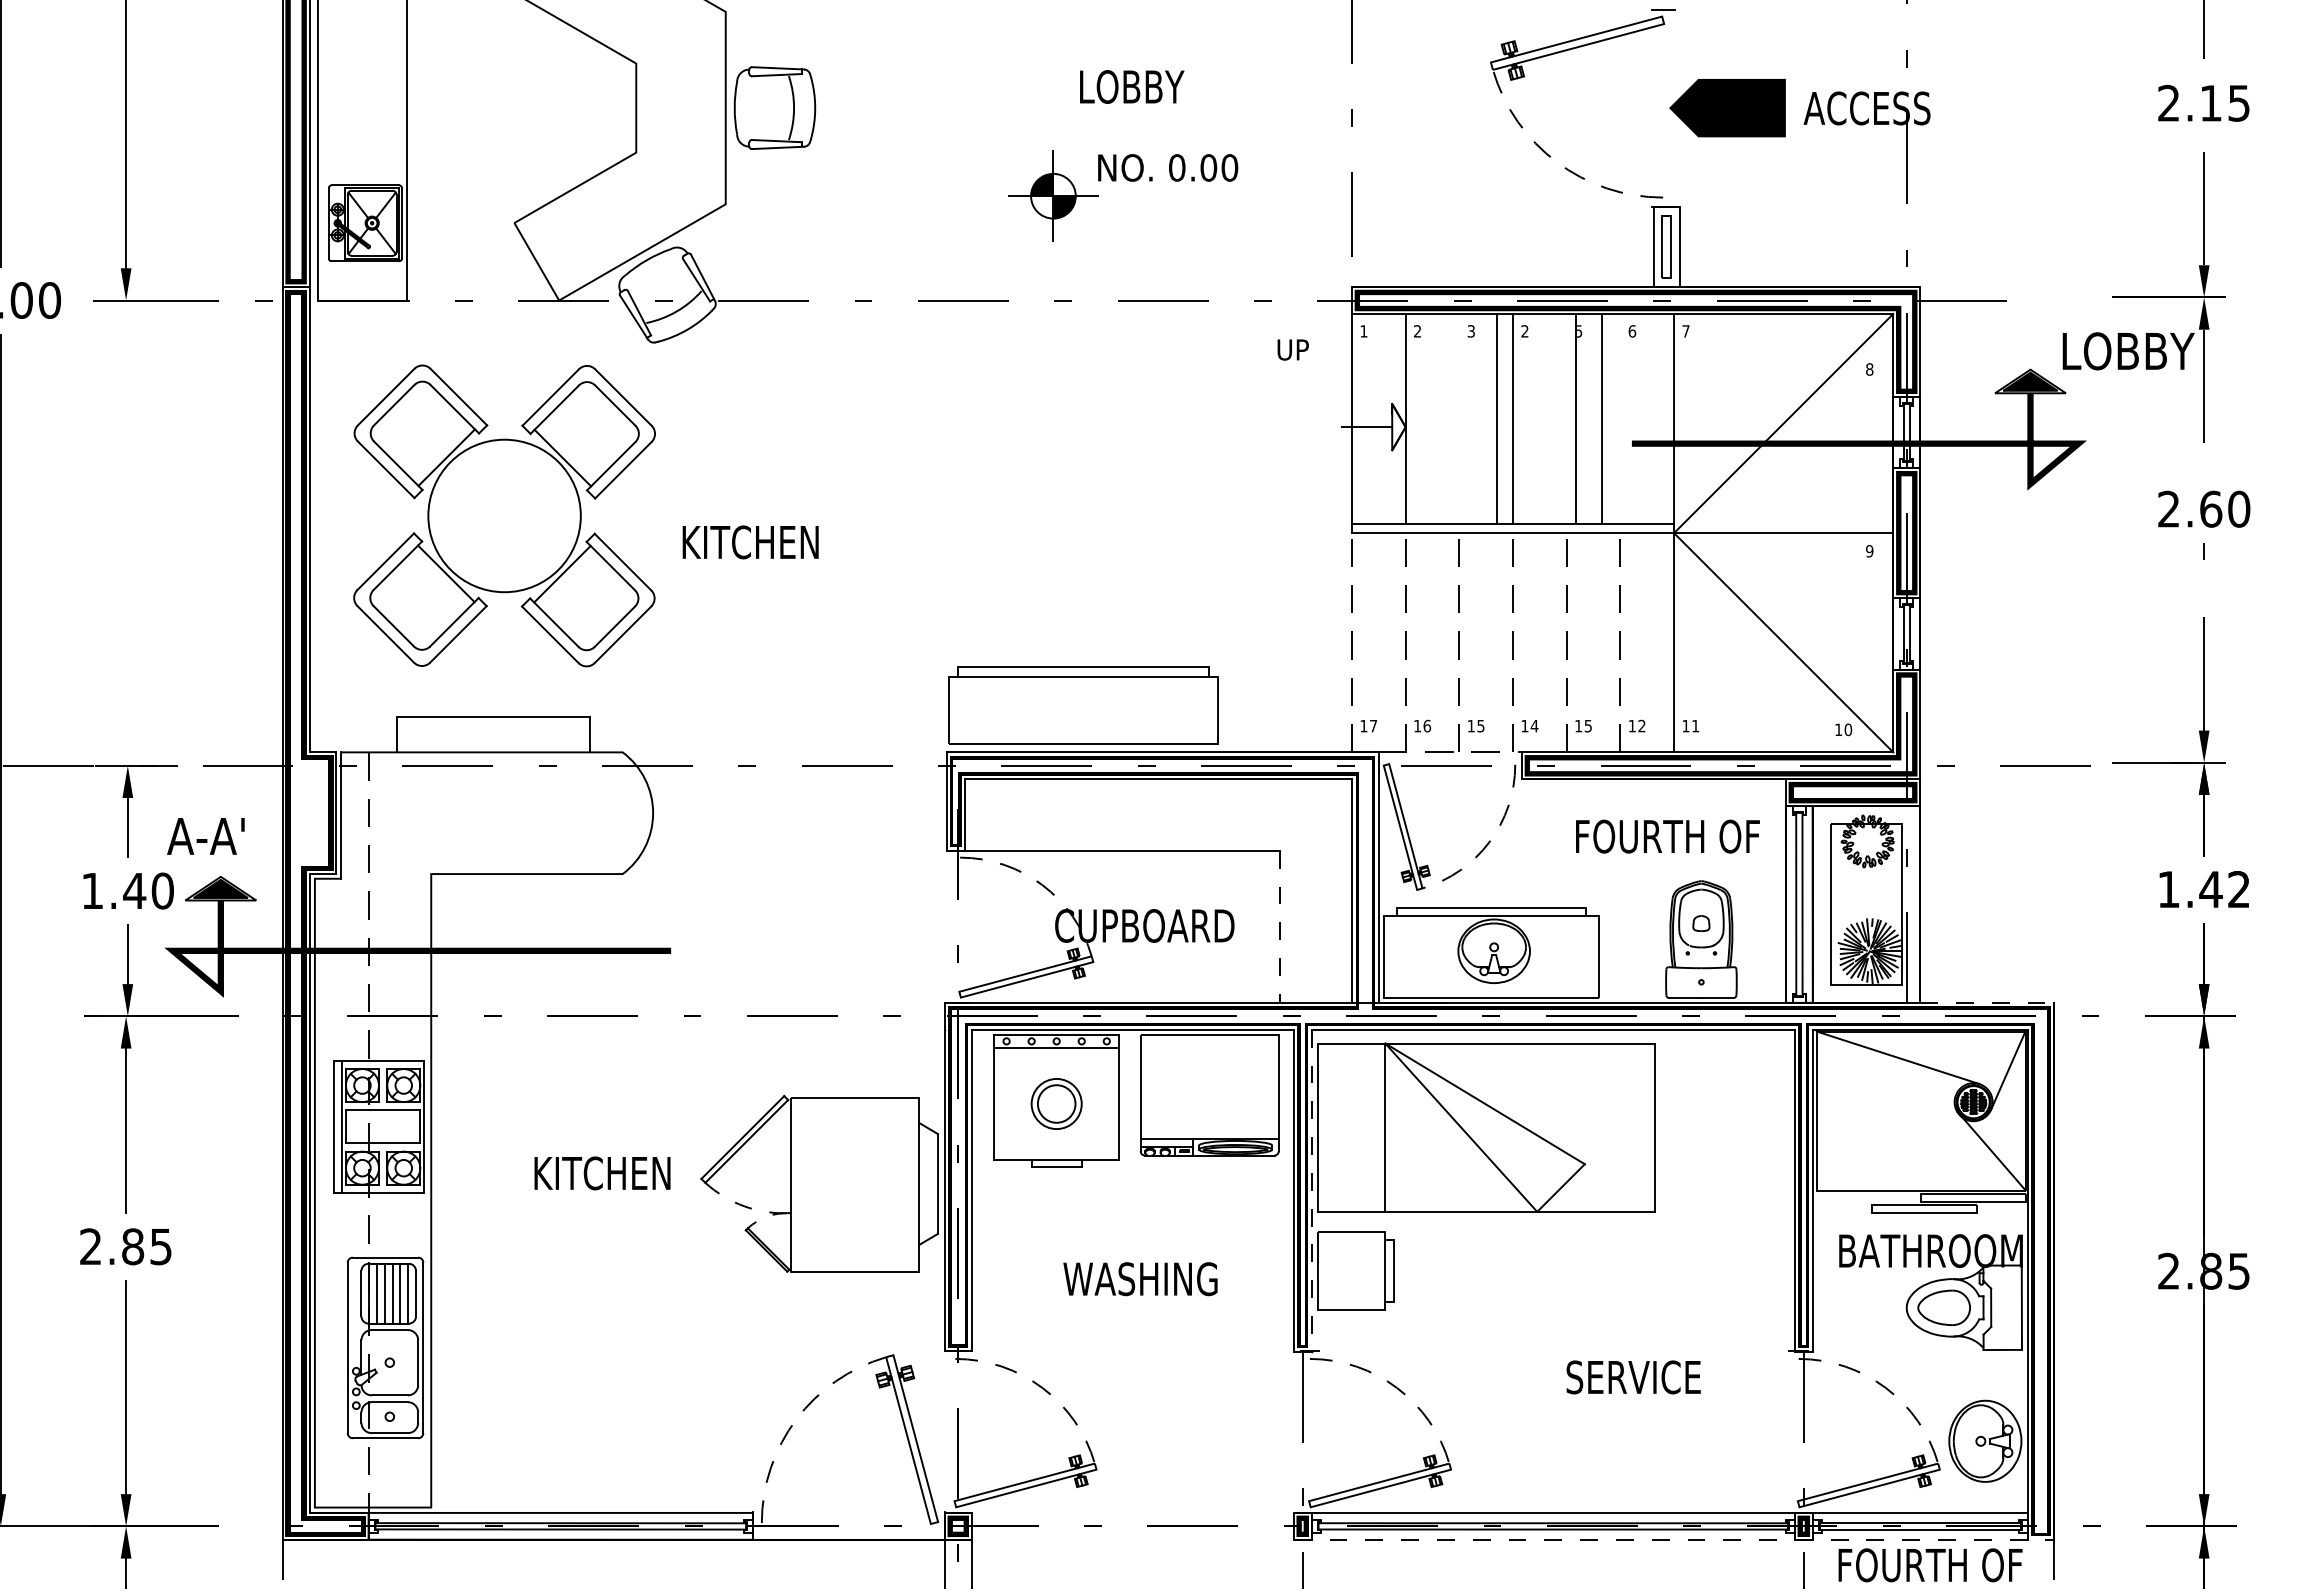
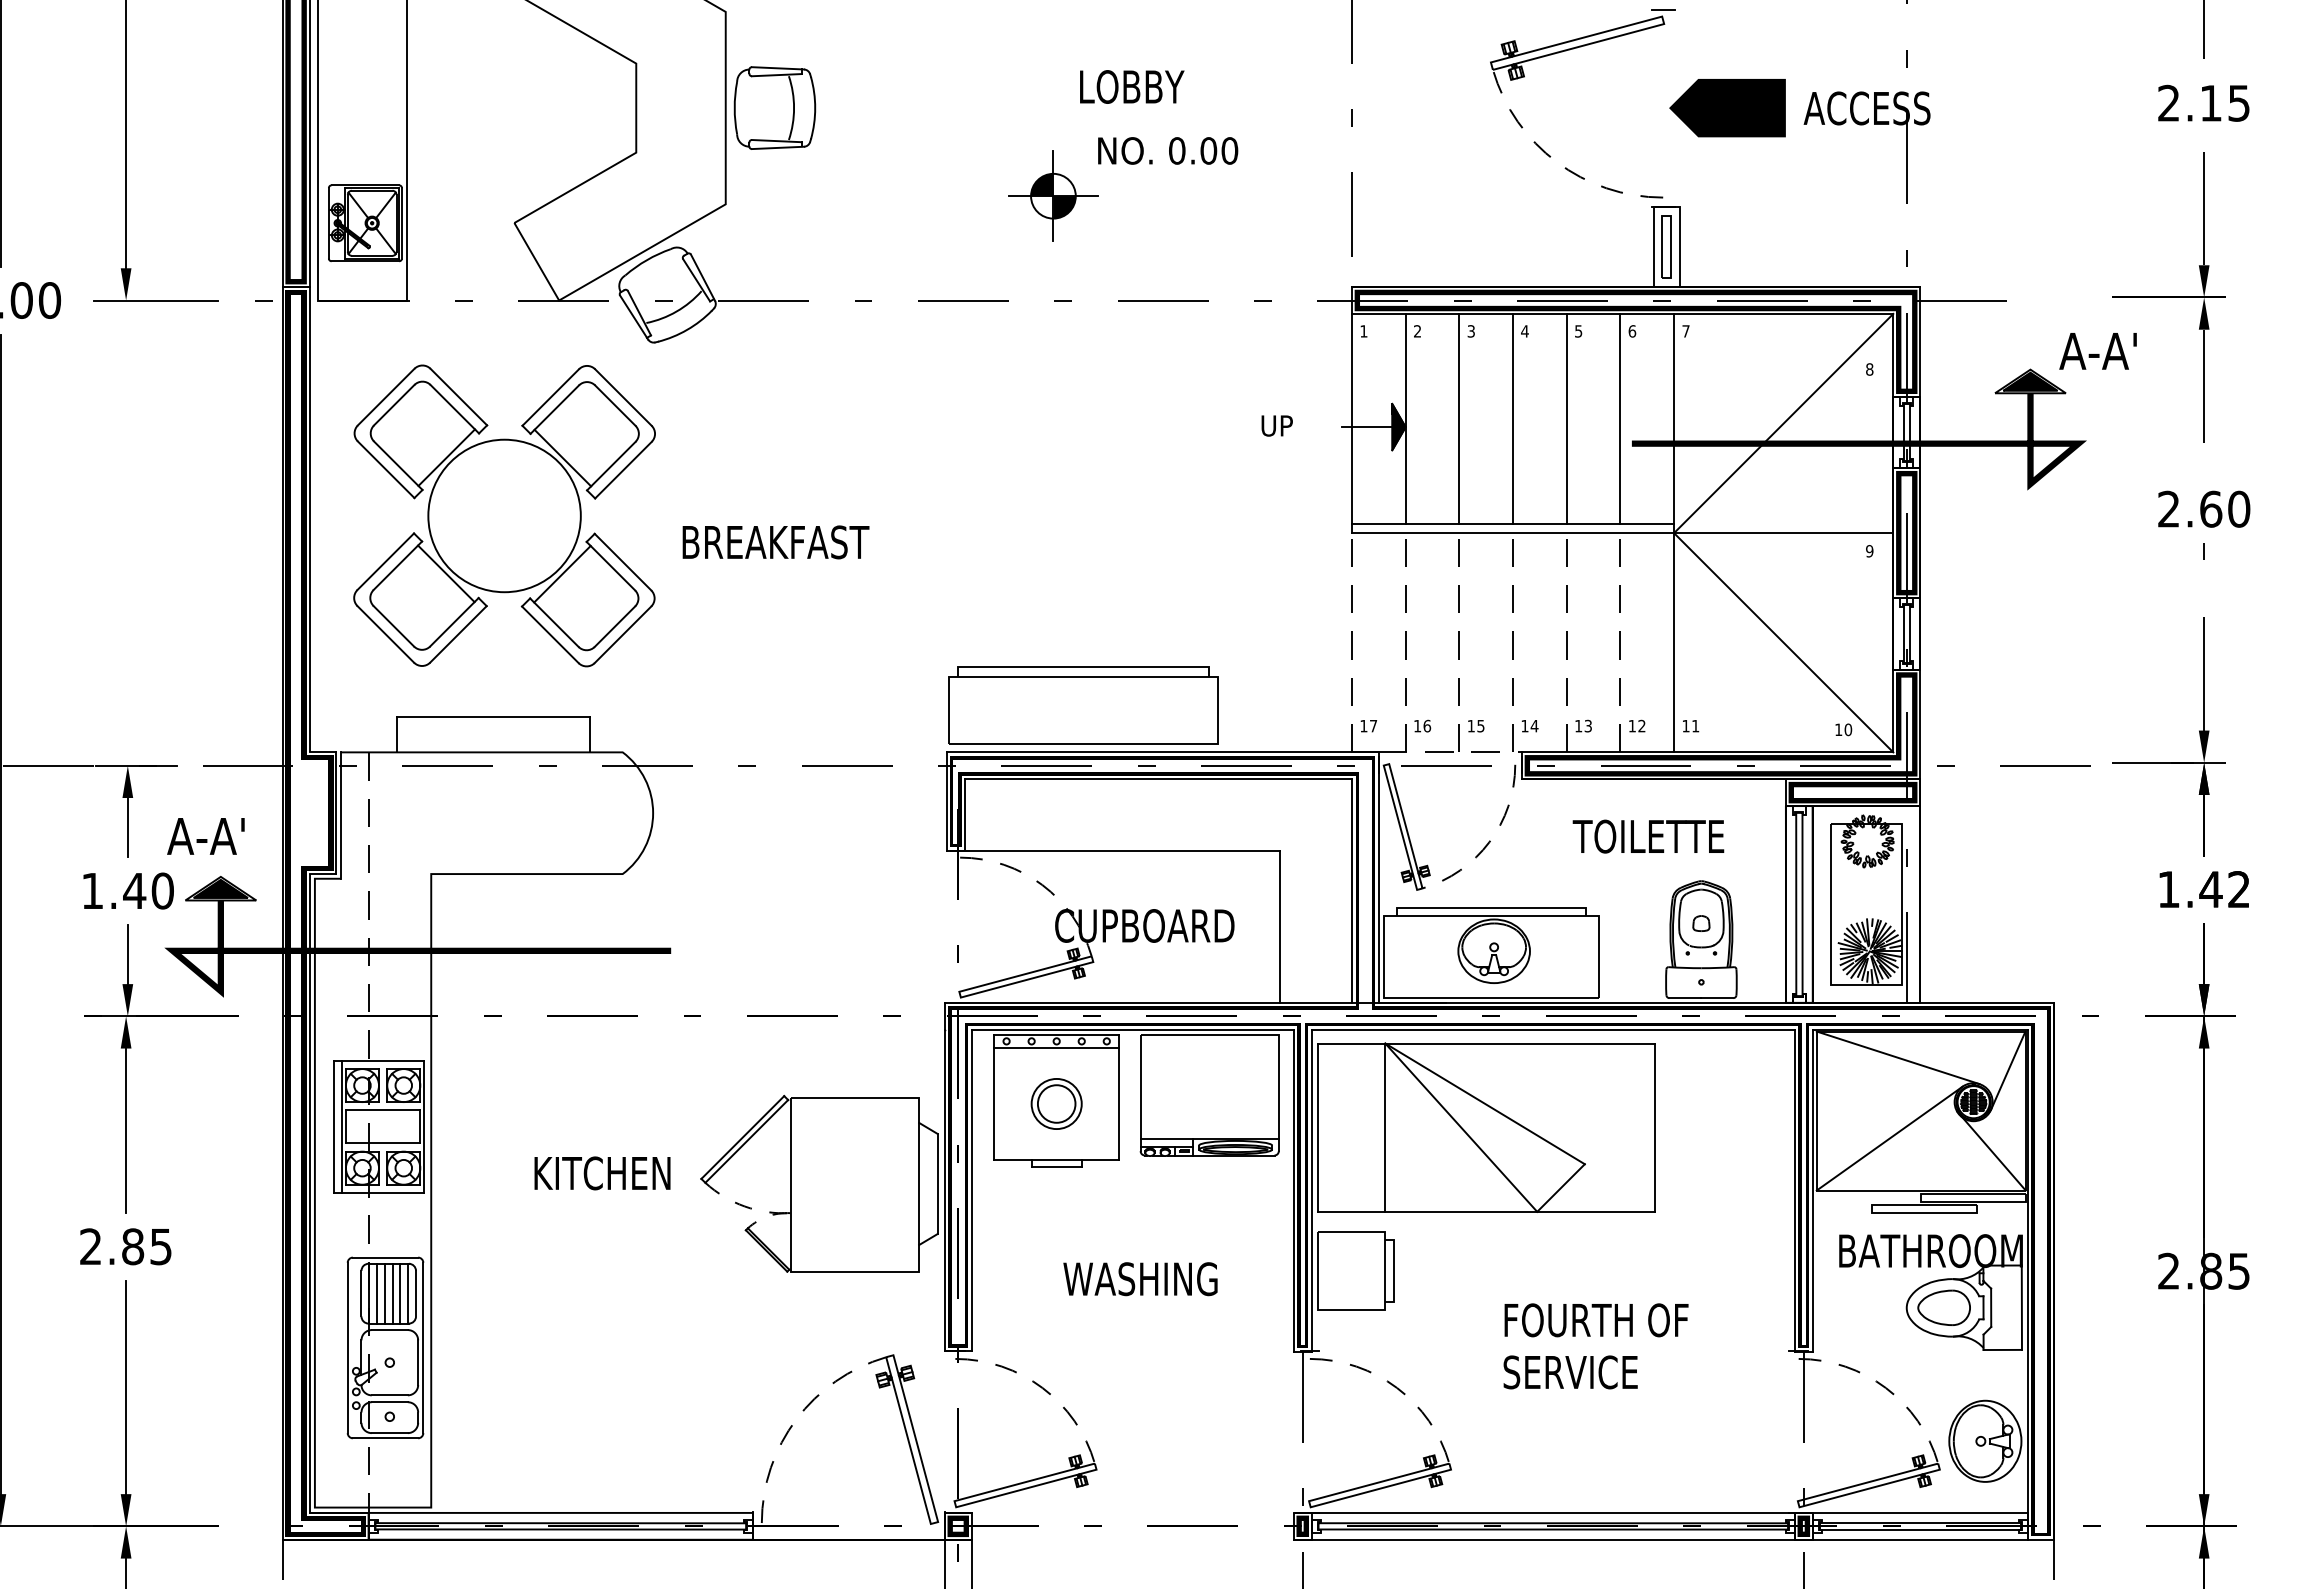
text at (1168, 167) position: (1168, 167) -> (1168, 150)
text at (1524, 331): 2 -> 4
text at (1292, 349) position: (1292, 349) -> (1276, 425)
text at (2126, 351): LOBBY -> A-A'
line at (1497, 418) position: (1497, 418) -> (1459, 418)
line at (1576, 418) position: (1576, 418) -> (1620, 418)
line at (1601, 418) position: (1601, 418) -> (1566, 418)
hatch at (1398, 427): none -> present
text at (777, 542): KITCHEN -> BREAKFAST
text at (1588, 725): 15 -> 13
text at (1665, 836): FOURTH OF -> TOILETTE
line at (1280, 927): dashed -> solid
line at (1987, 1002): dashed -> solid
line at (1889, 1138): none -> present
line at (1311, 1191): dashed -> solid
text at (1633, 1377) position: (1633, 1377) -> (1570, 1372)
line at (1674, 1539): dashed -> solid
text at (1930, 1565) position: (1930, 1565) -> (1596, 1320)
